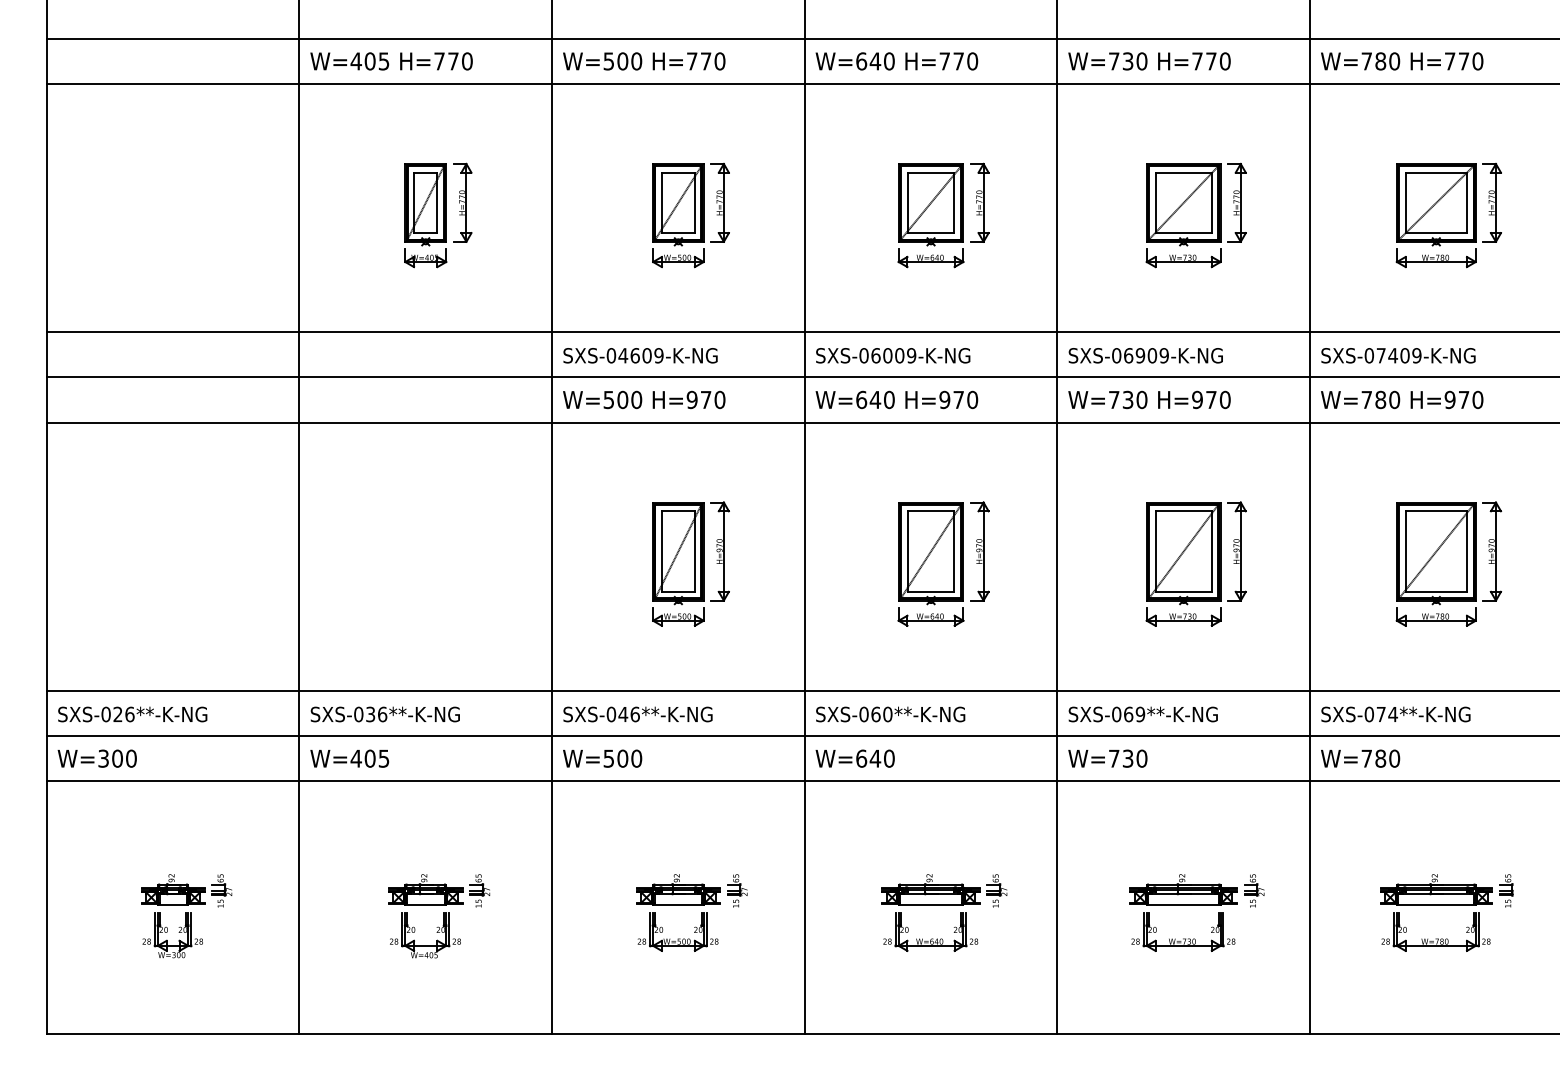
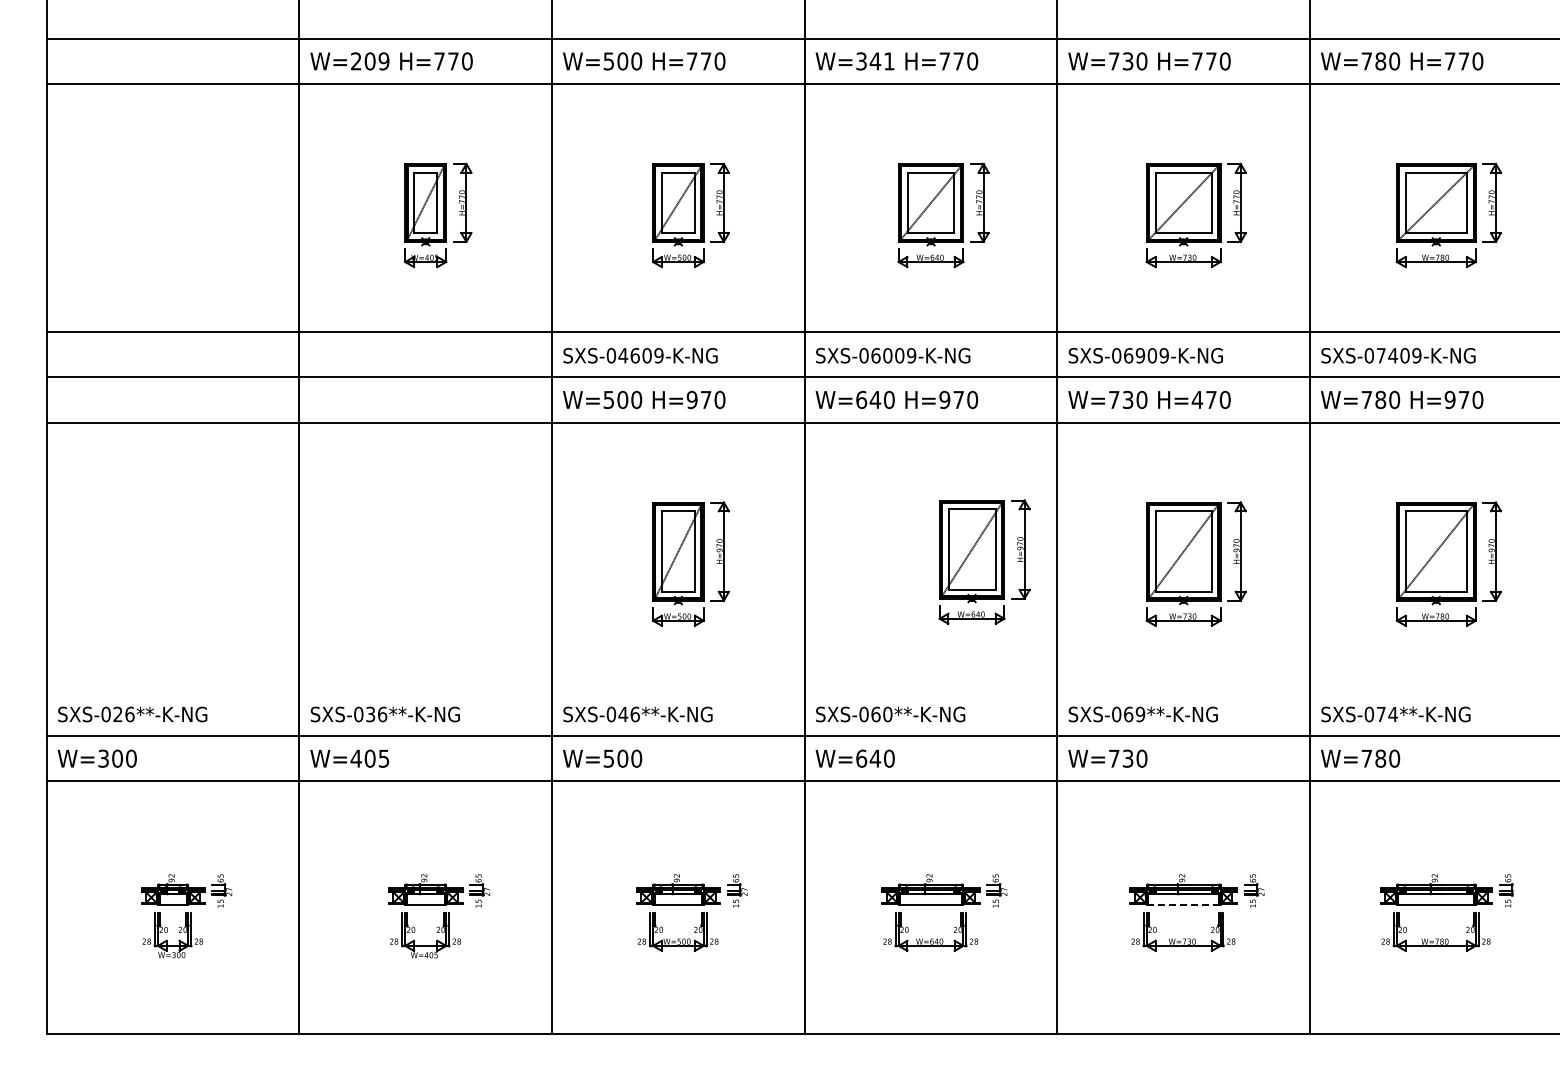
text at (369, 61): W=405 -> W=209
text at (875, 61): W=640 -> W=341
text at (1197, 399): H=970 -> H=470
part at (943, 563) position: (943, 563) -> (984, 561)
line at (801, 690): present -> none
line at (1183, 905): solid -> dashed
